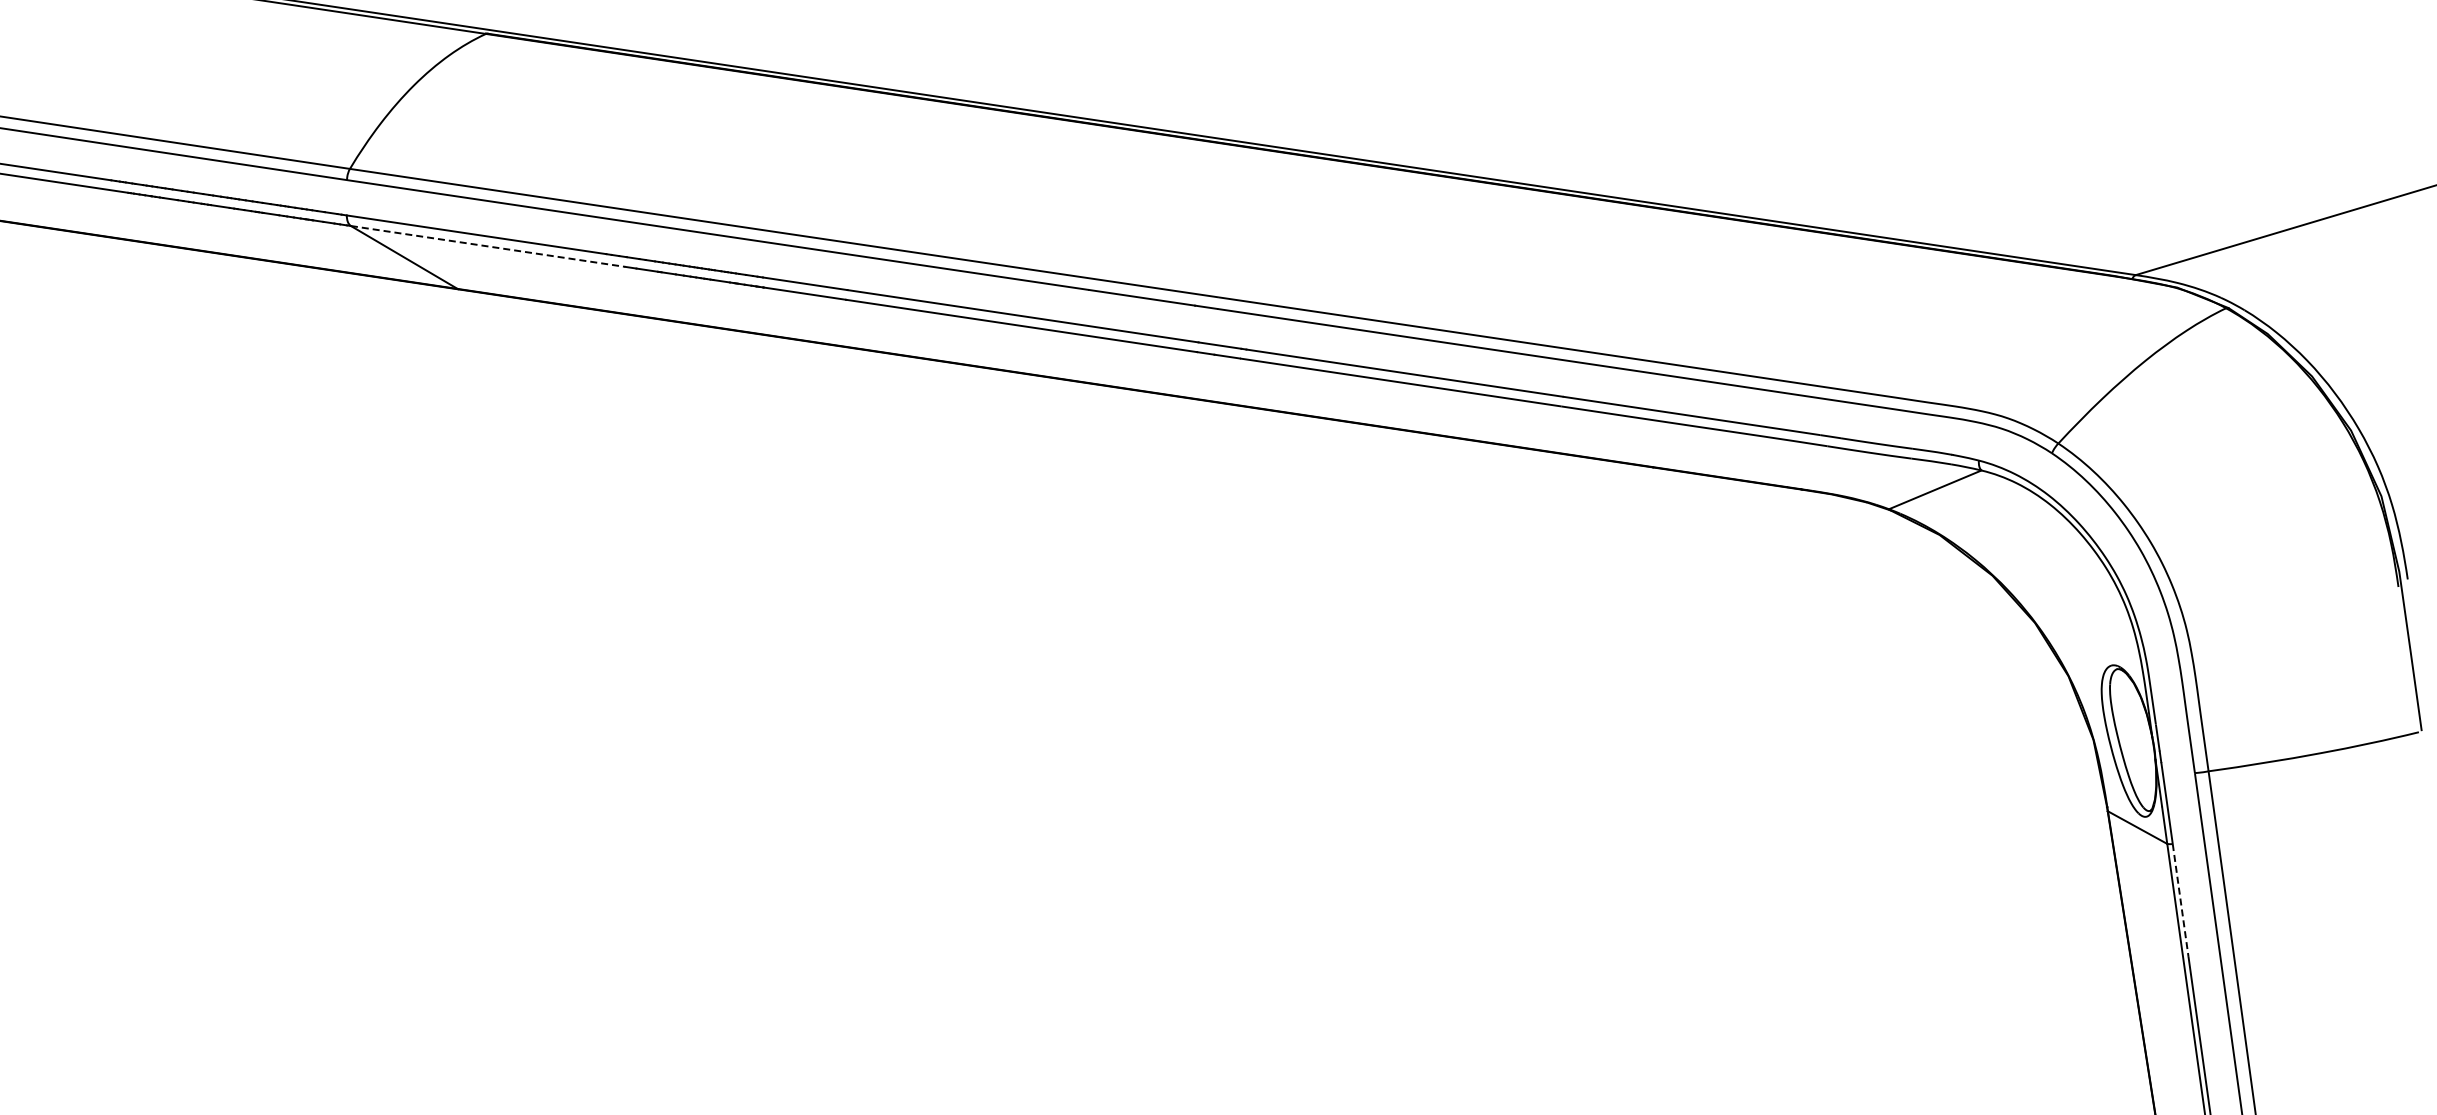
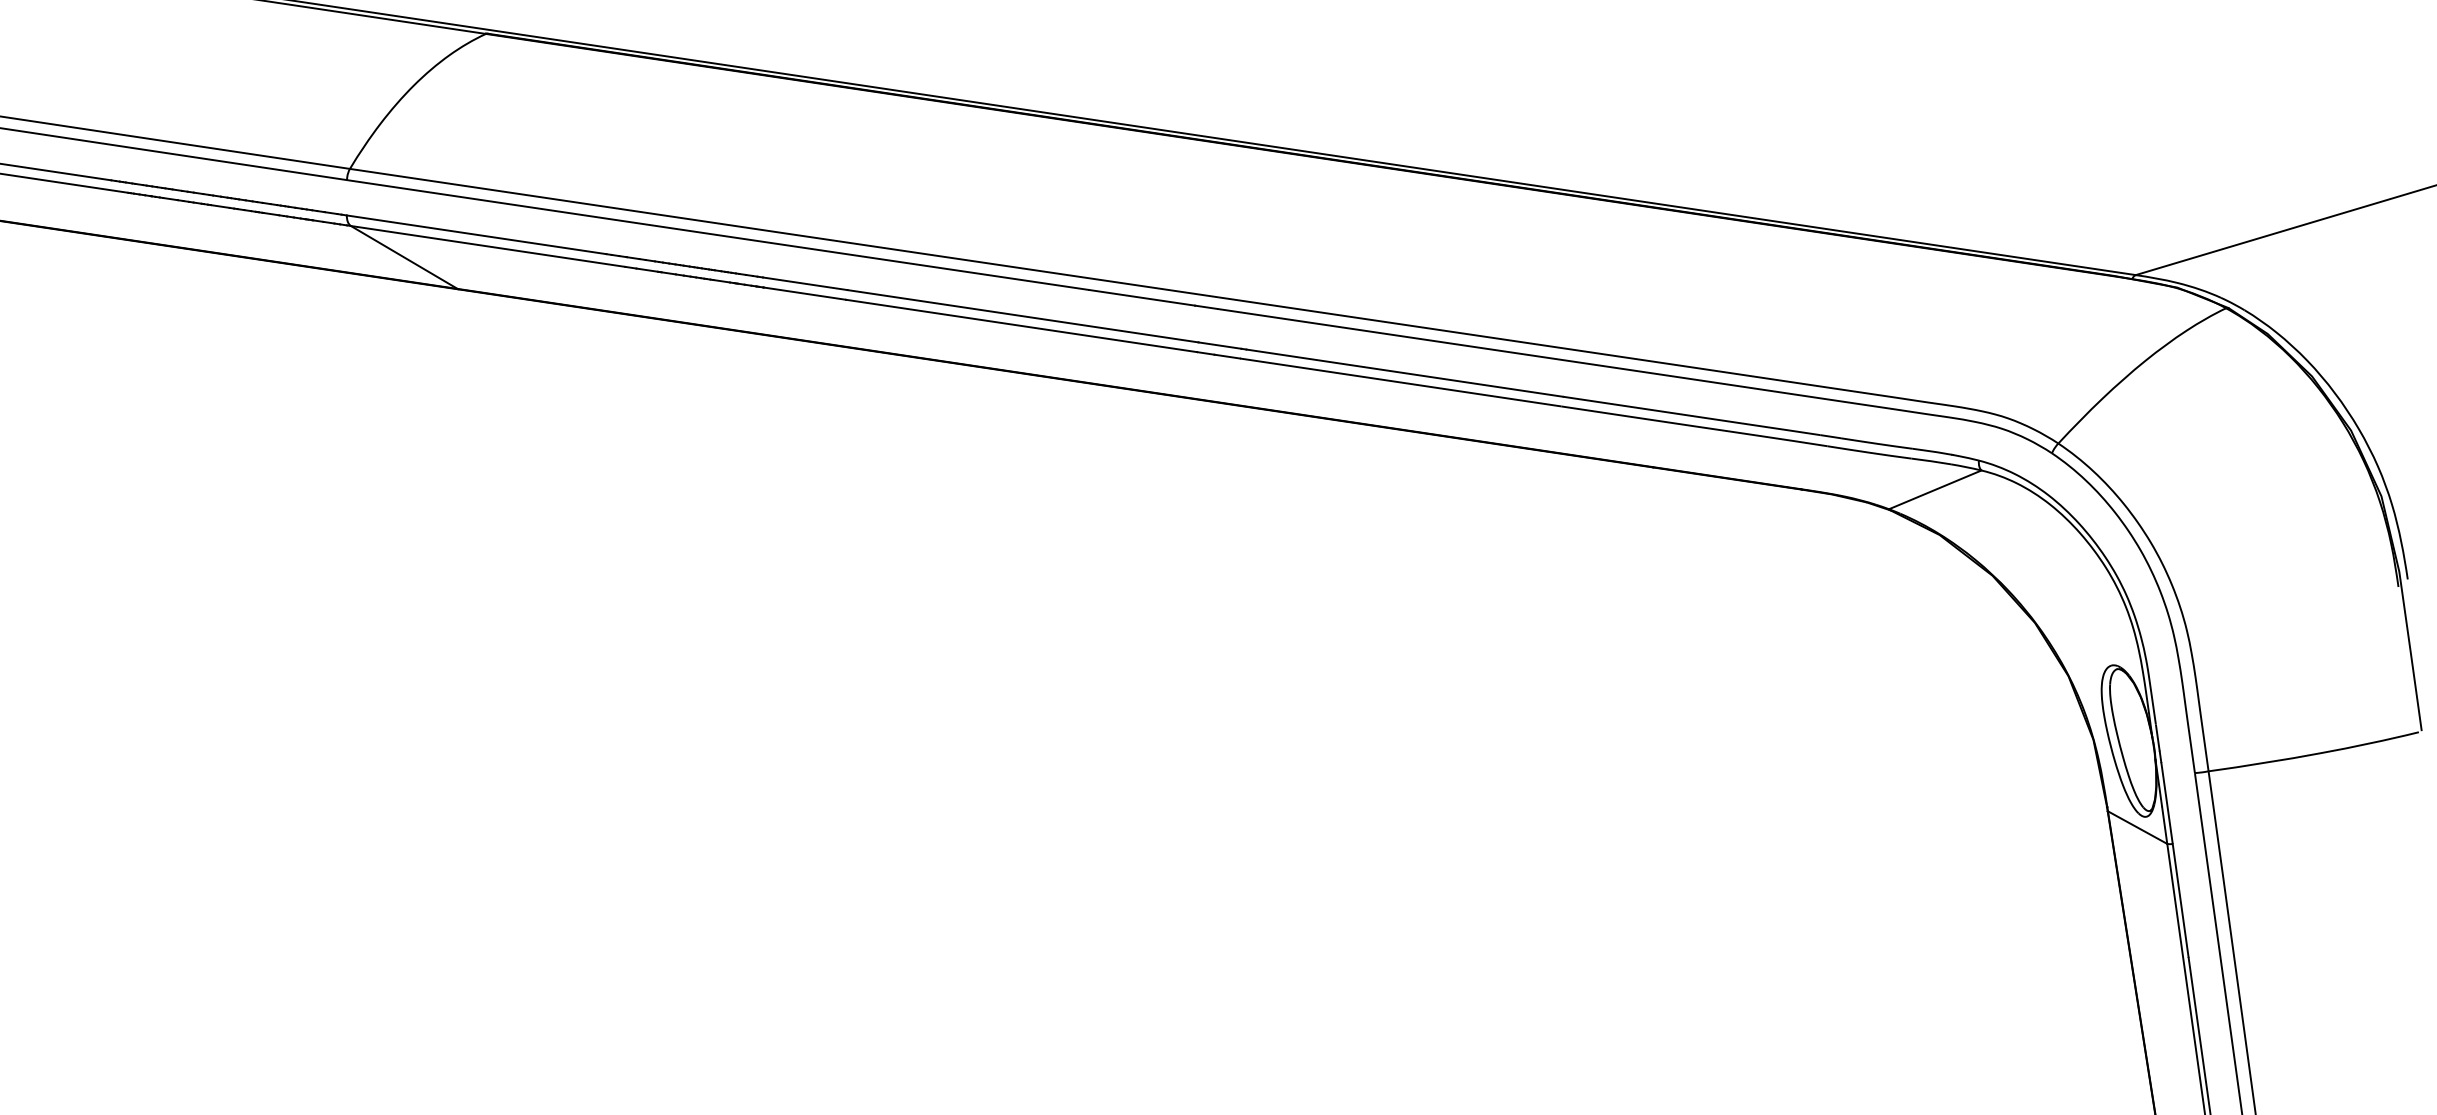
line at (488, 246): dashed -> solid
line at (2180, 900): dashed -> solid
